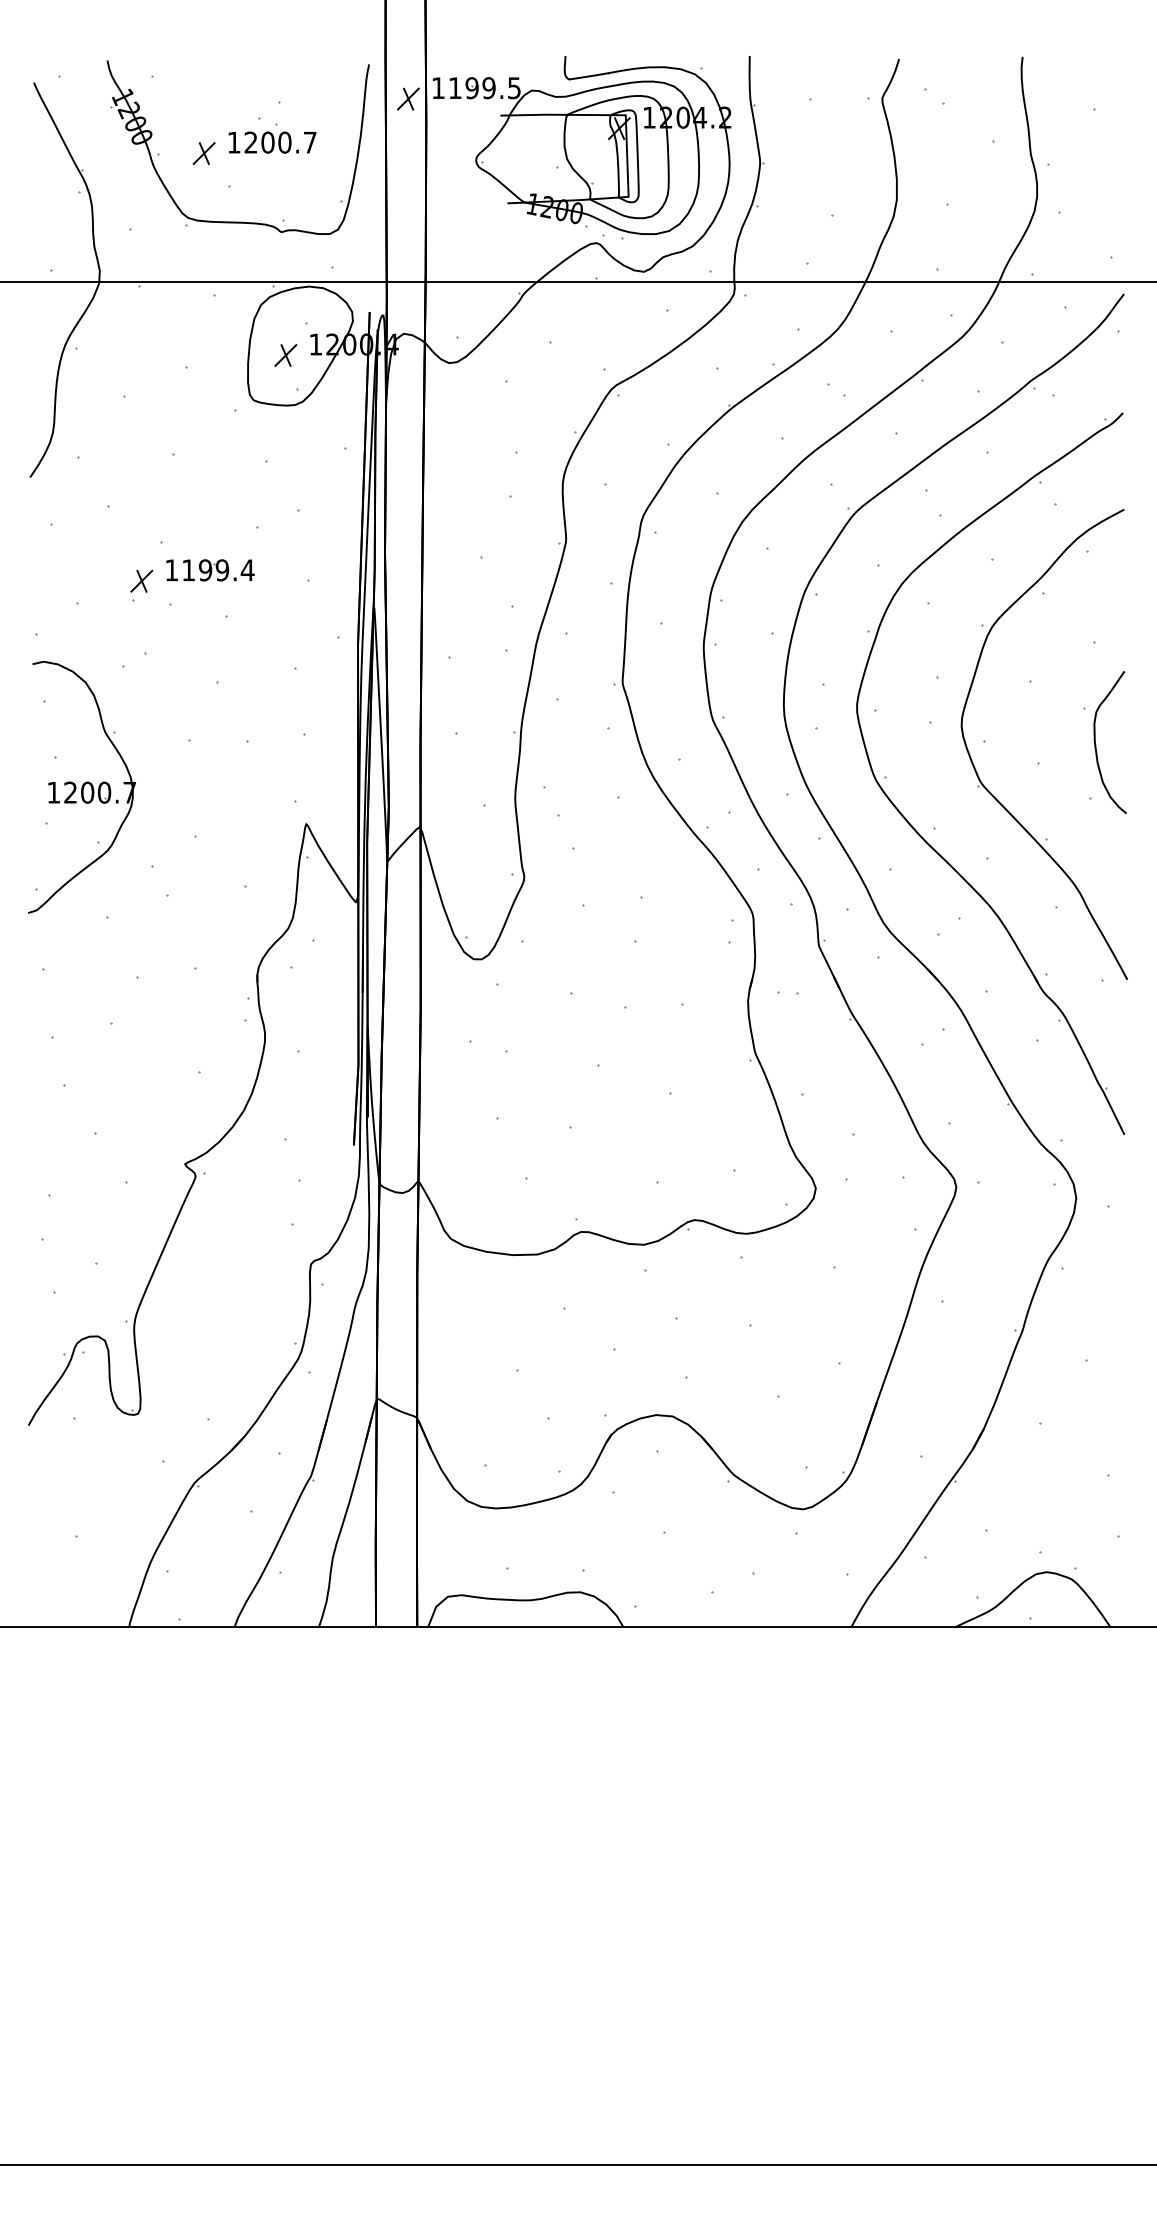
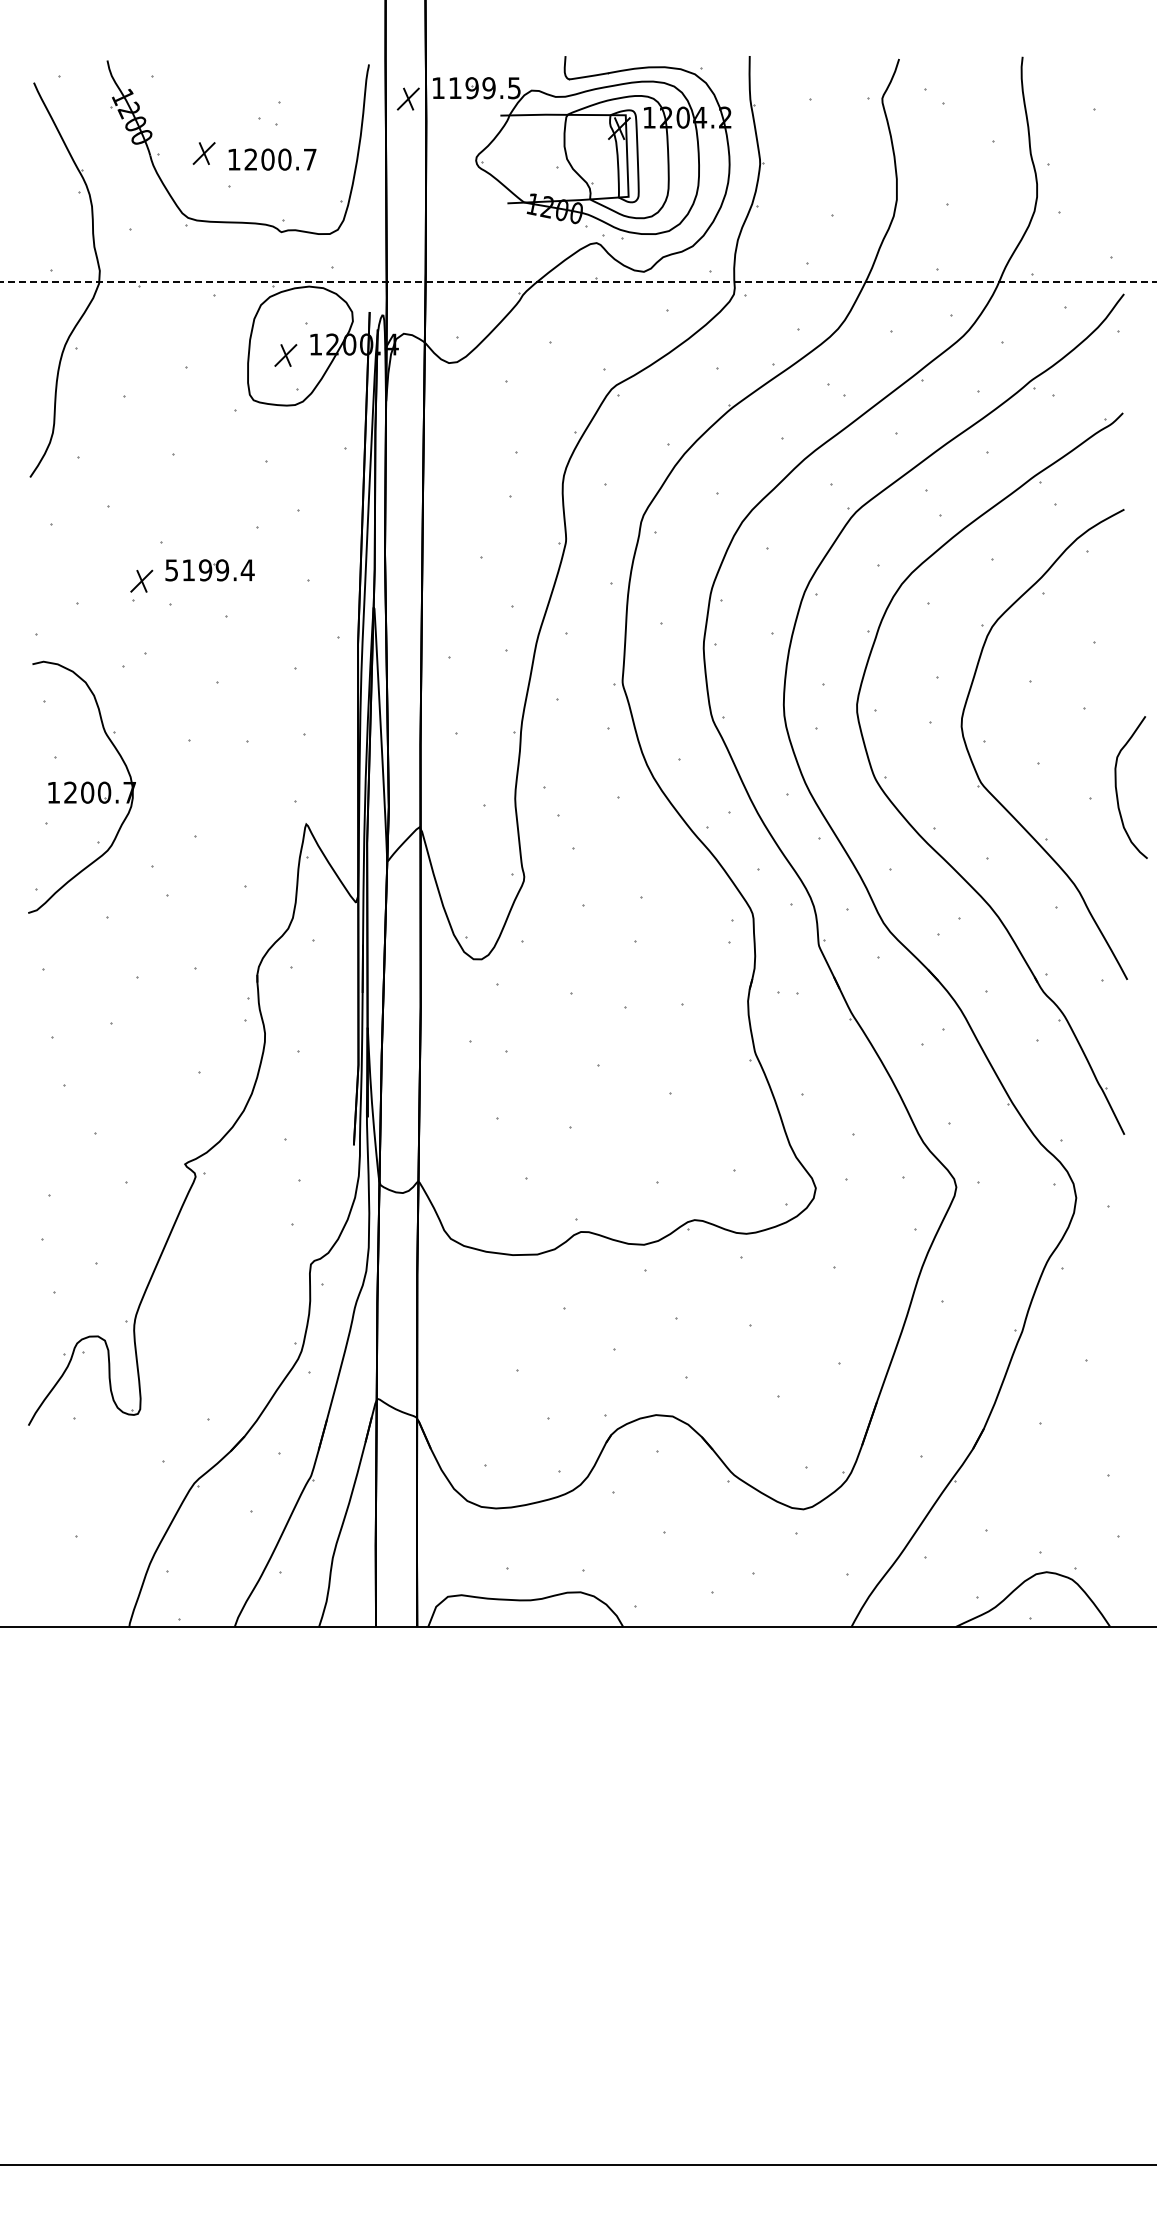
text at (272, 142) position: (272, 142) -> (272, 159)
line at (579, 281): solid -> dashed
text at (171, 570): 1199.4 -> 5199.4
curve at (1096, 744) position: (1096, 744) -> (1117, 789)
